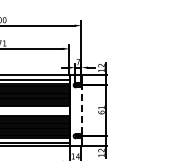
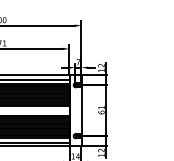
line at (81, 110): dashed -> solid
